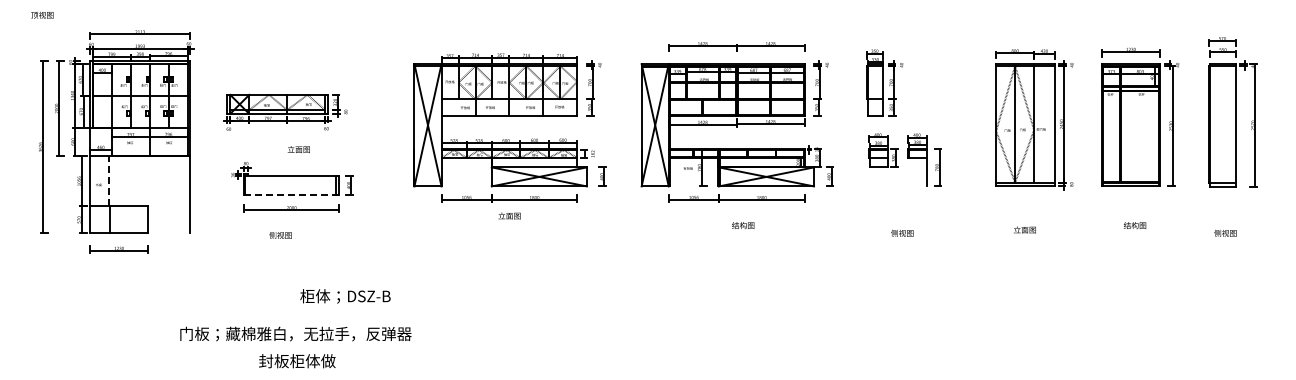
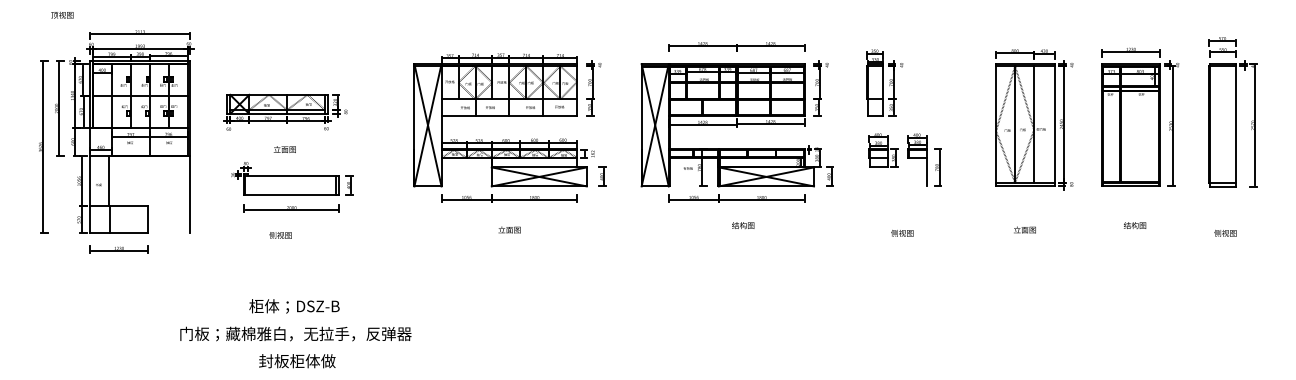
text at (42, 14) position: (42, 14) -> (62, 14)
text at (298, 149) position: (298, 149) -> (284, 149)
line at (108, 180): dashed -> solid
line at (291, 195): dashed -> solid
text at (509, 215) position: (509, 215) -> (509, 229)
text at (345, 296) position: (345, 296) -> (294, 306)
